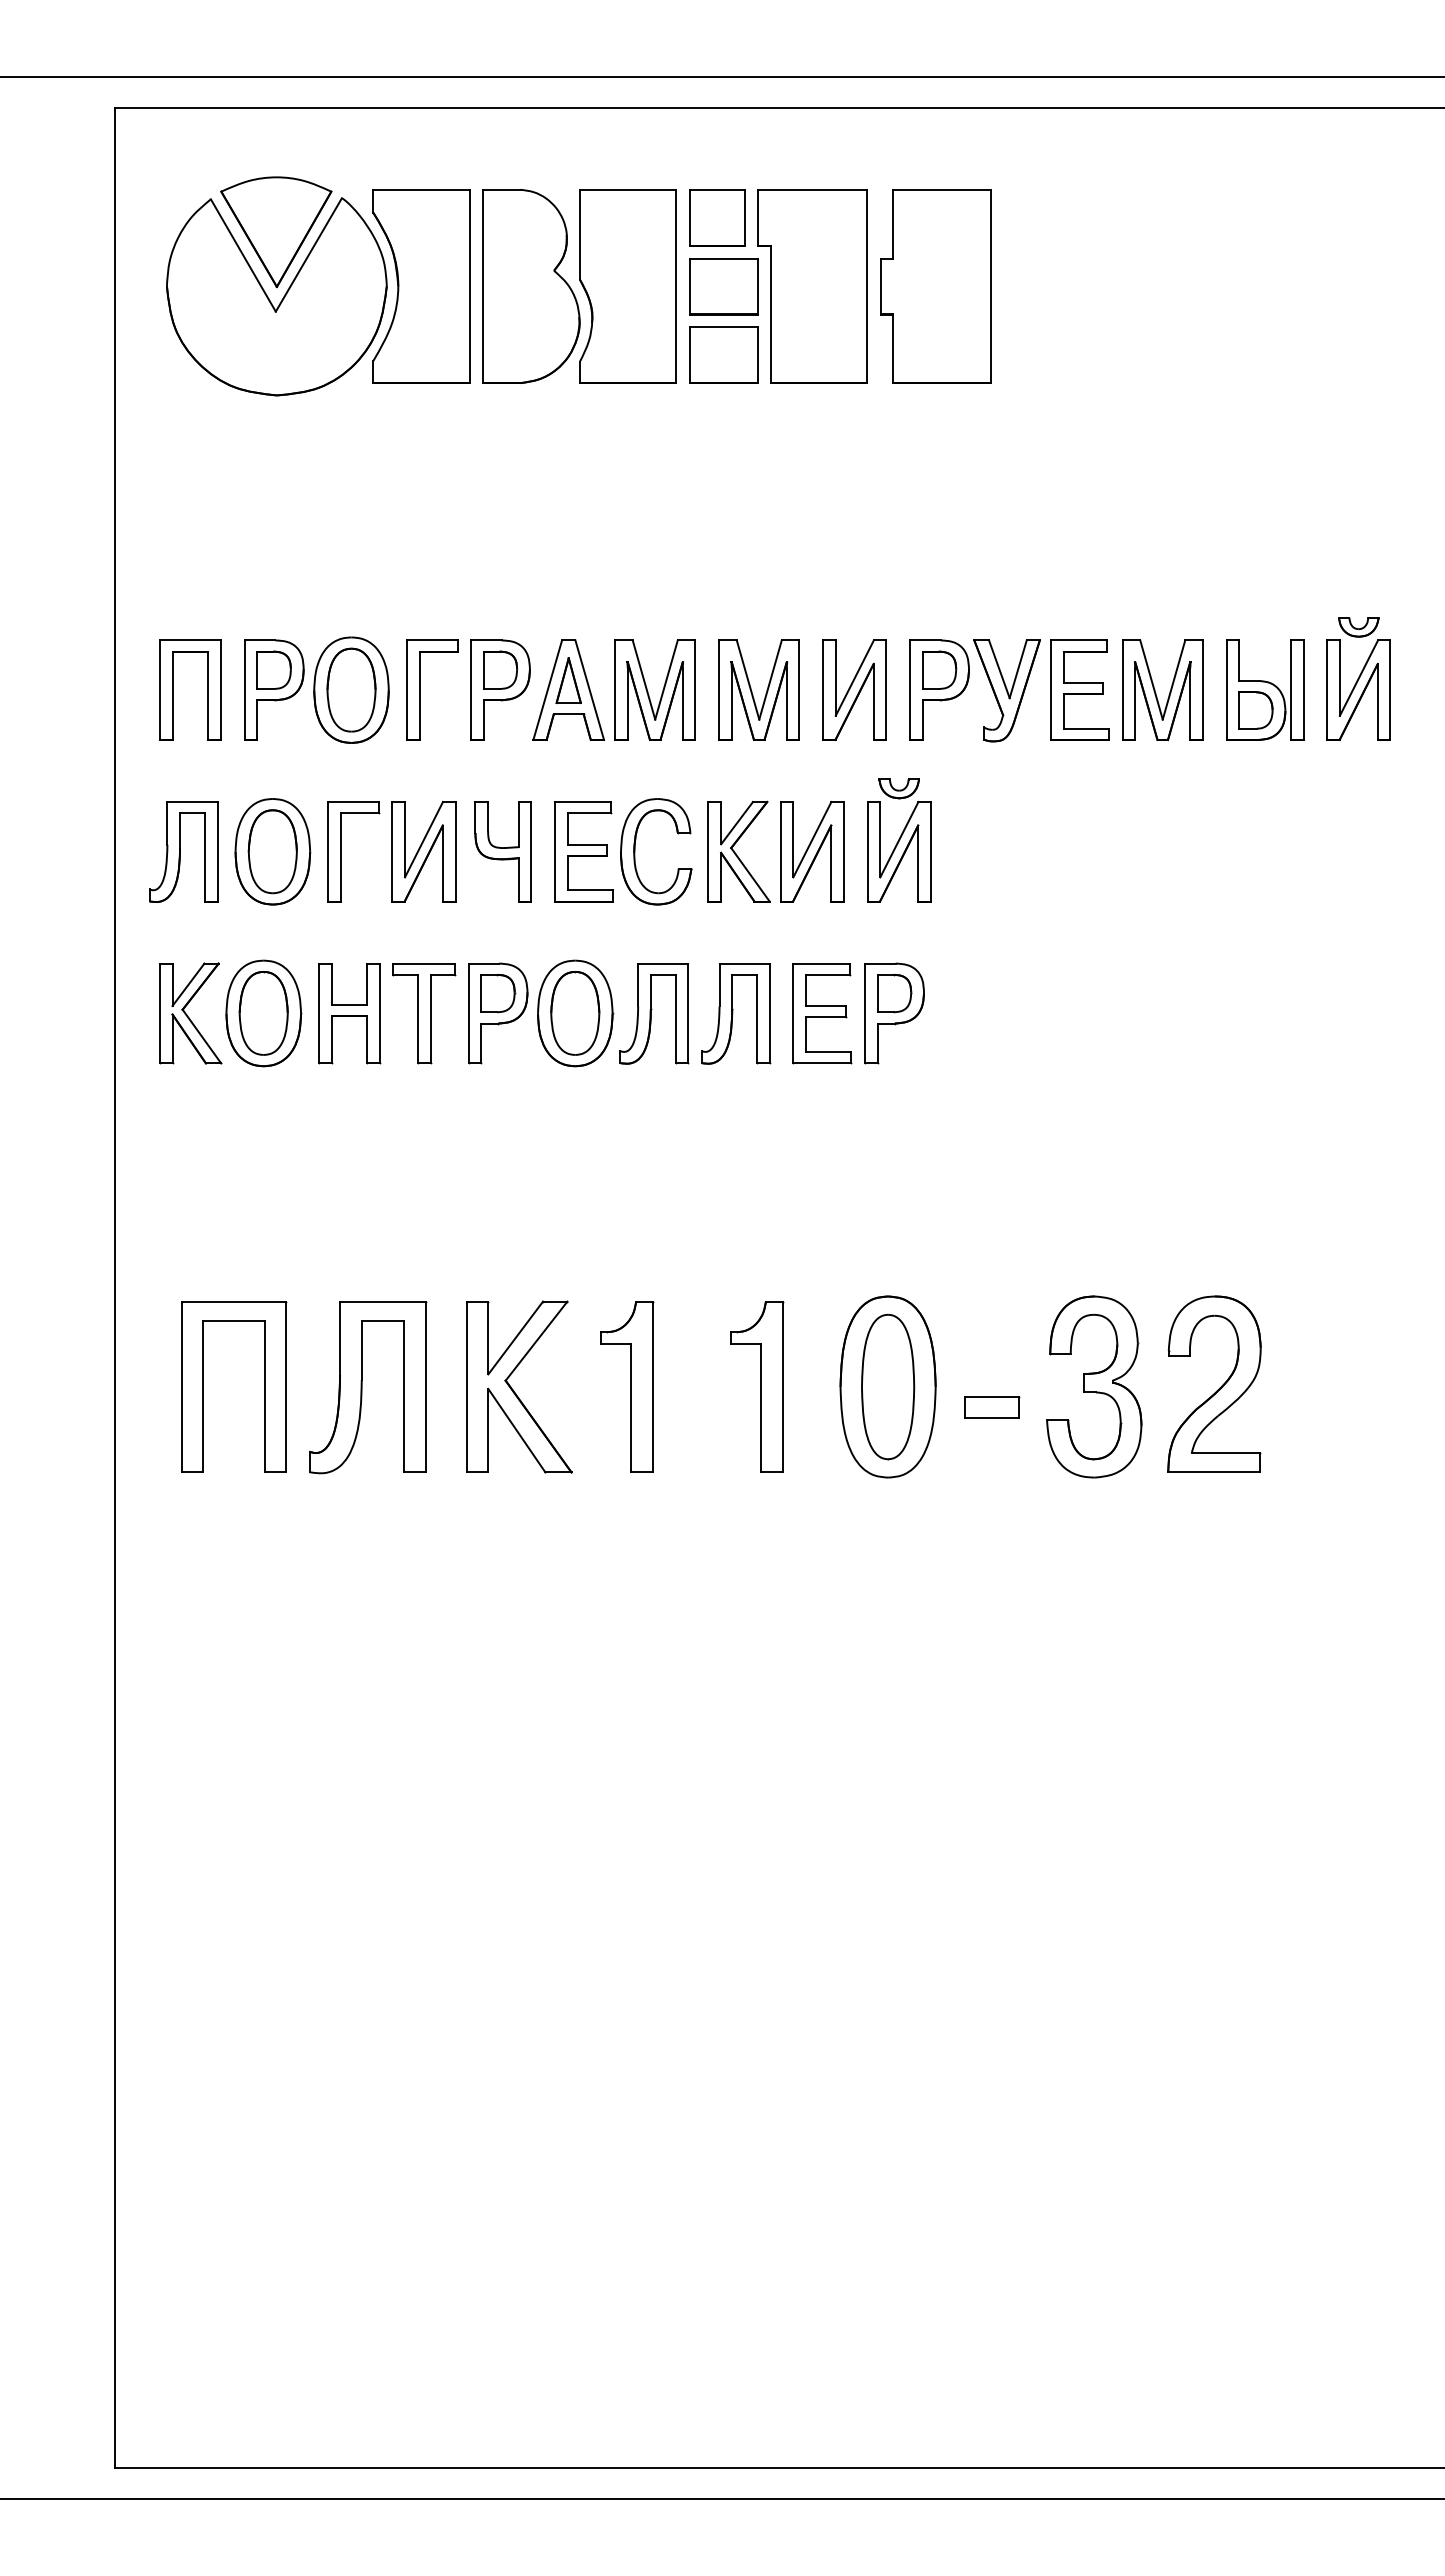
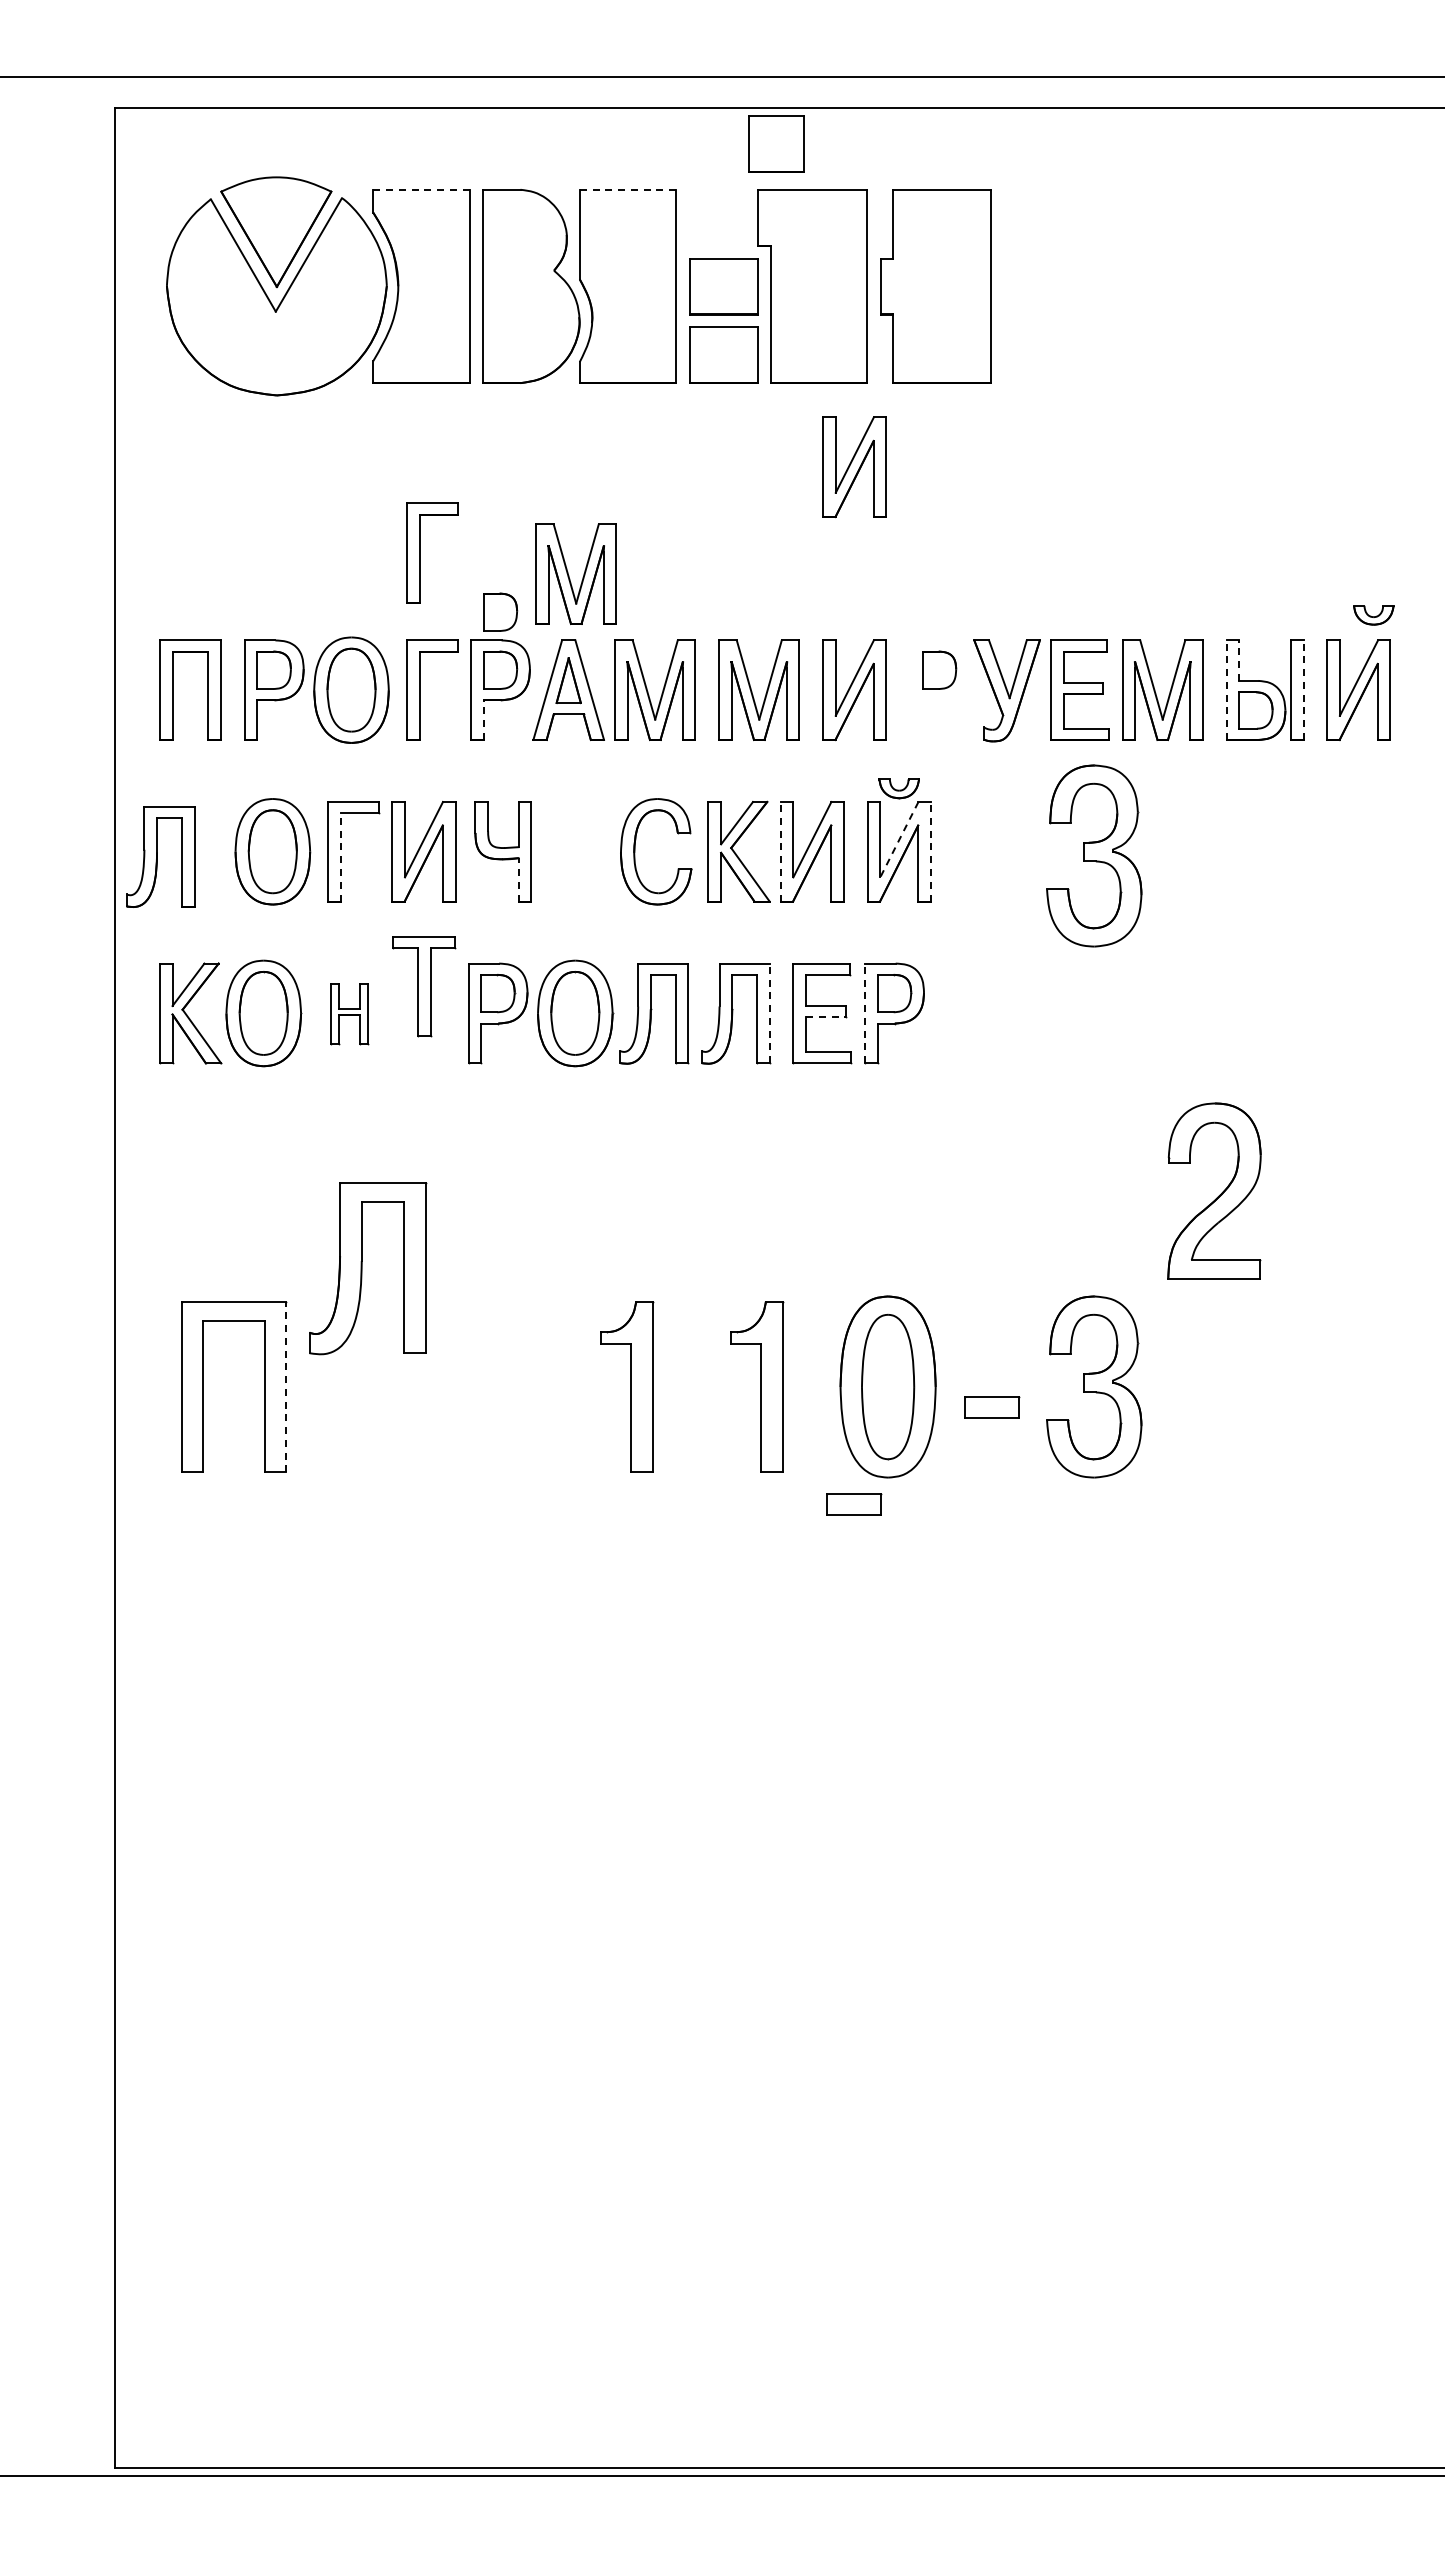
line at (421, 189): solid -> dashed
line at (627, 189): solid -> dashed
part at (717, 217) position: (717, 217) -> (776, 143)
part at (854, 467): none -> present
part at (420, 552): none -> present
part at (569, 575): none -> present
part at (500, 611): none -> present
part at (1358, 627) position: (1358, 627) -> (1373, 615)
line at (1239, 660): solid -> dashed
part at (939, 689): present -> none
line at (1226, 690): solid -> dashed
line at (1303, 690): solid -> dashed
line at (483, 720): solid -> dashed
line at (899, 840): solid -> dashed
part at (183, 851) position: (183, 851) -> (160, 856)
part at (583, 851): present -> none
line at (780, 851): solid -> dashed
line at (930, 851): solid -> dashed
part at (1094, 855): none -> present
line at (340, 856): solid -> dashed
line at (518, 879): solid -> dashed
part at (349, 1013) size: 64x102 px -> 40x63 px
part at (424, 1013) position: (424, 1013) -> (424, 986)
line at (769, 1013): solid -> dashed
line at (865, 1013): solid -> dashed
line at (825, 1017): solid -> dashed
line at (286, 1386): solid -> dashed
part at (368, 1387) position: (368, 1387) -> (368, 1268)
part at (1219, 1387) position: (1219, 1387) -> (1219, 1194)
part at (513, 1389): present -> none
part at (854, 1504): none -> present
line at (721, 2498) position: (721, 2498) -> (721, 2475)
